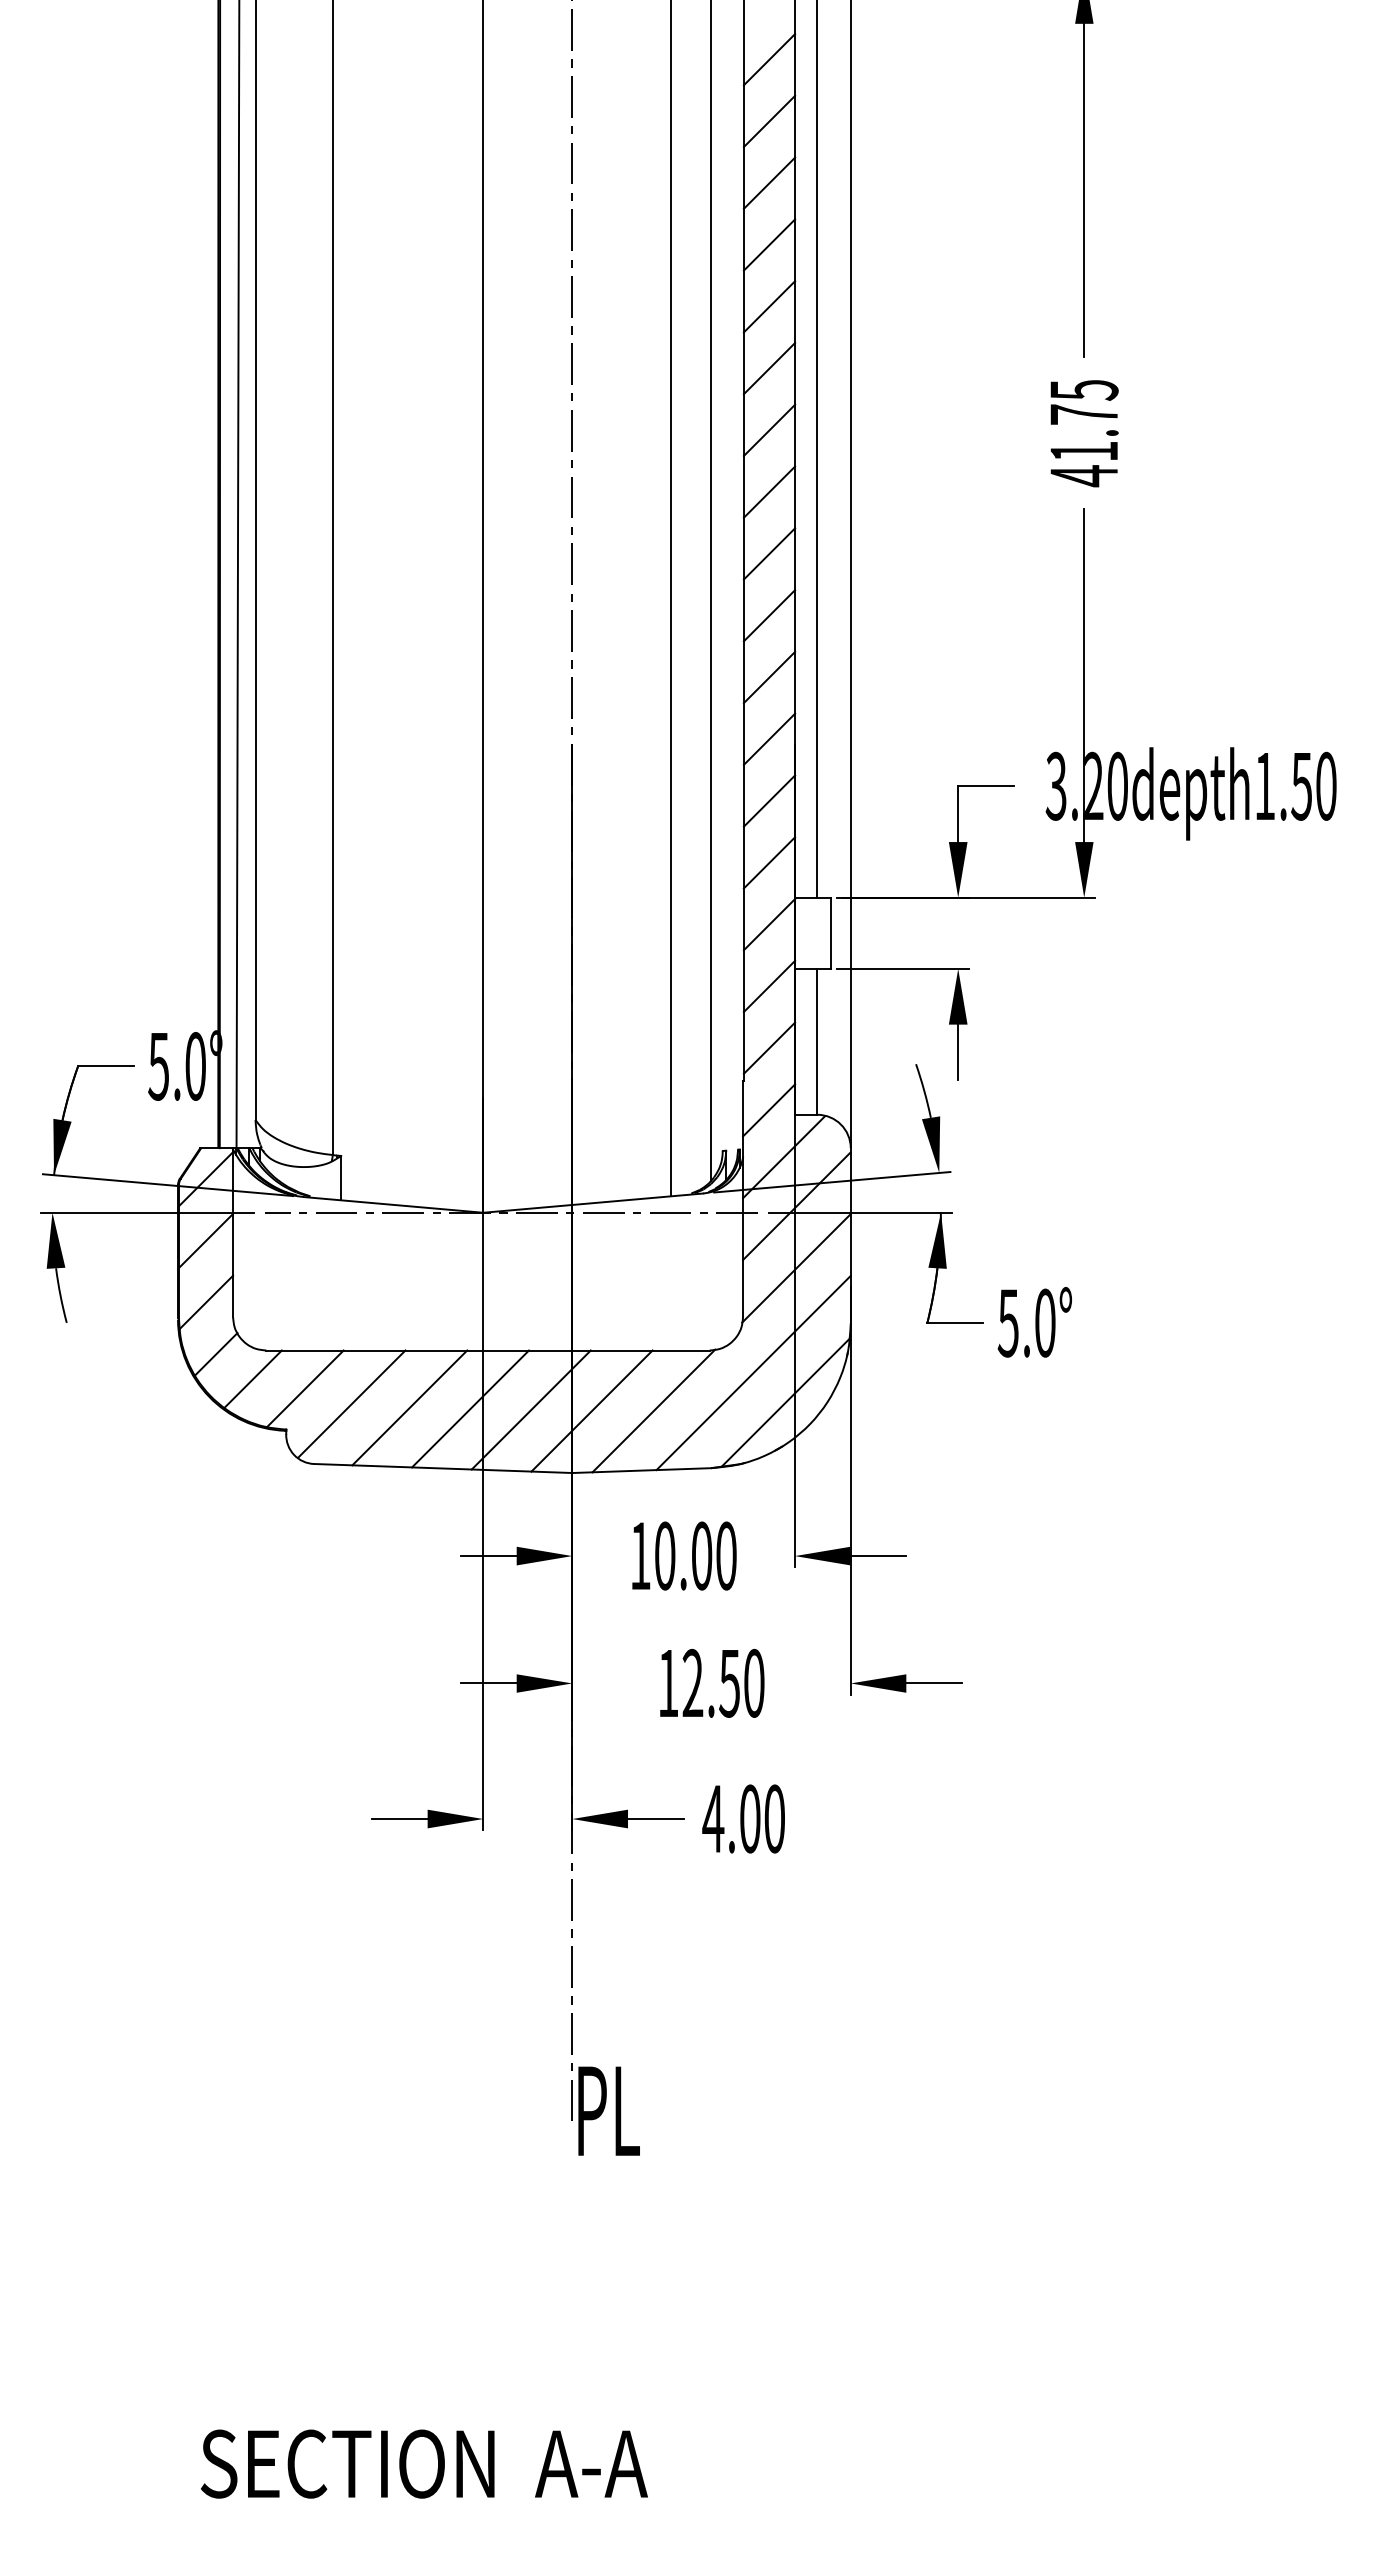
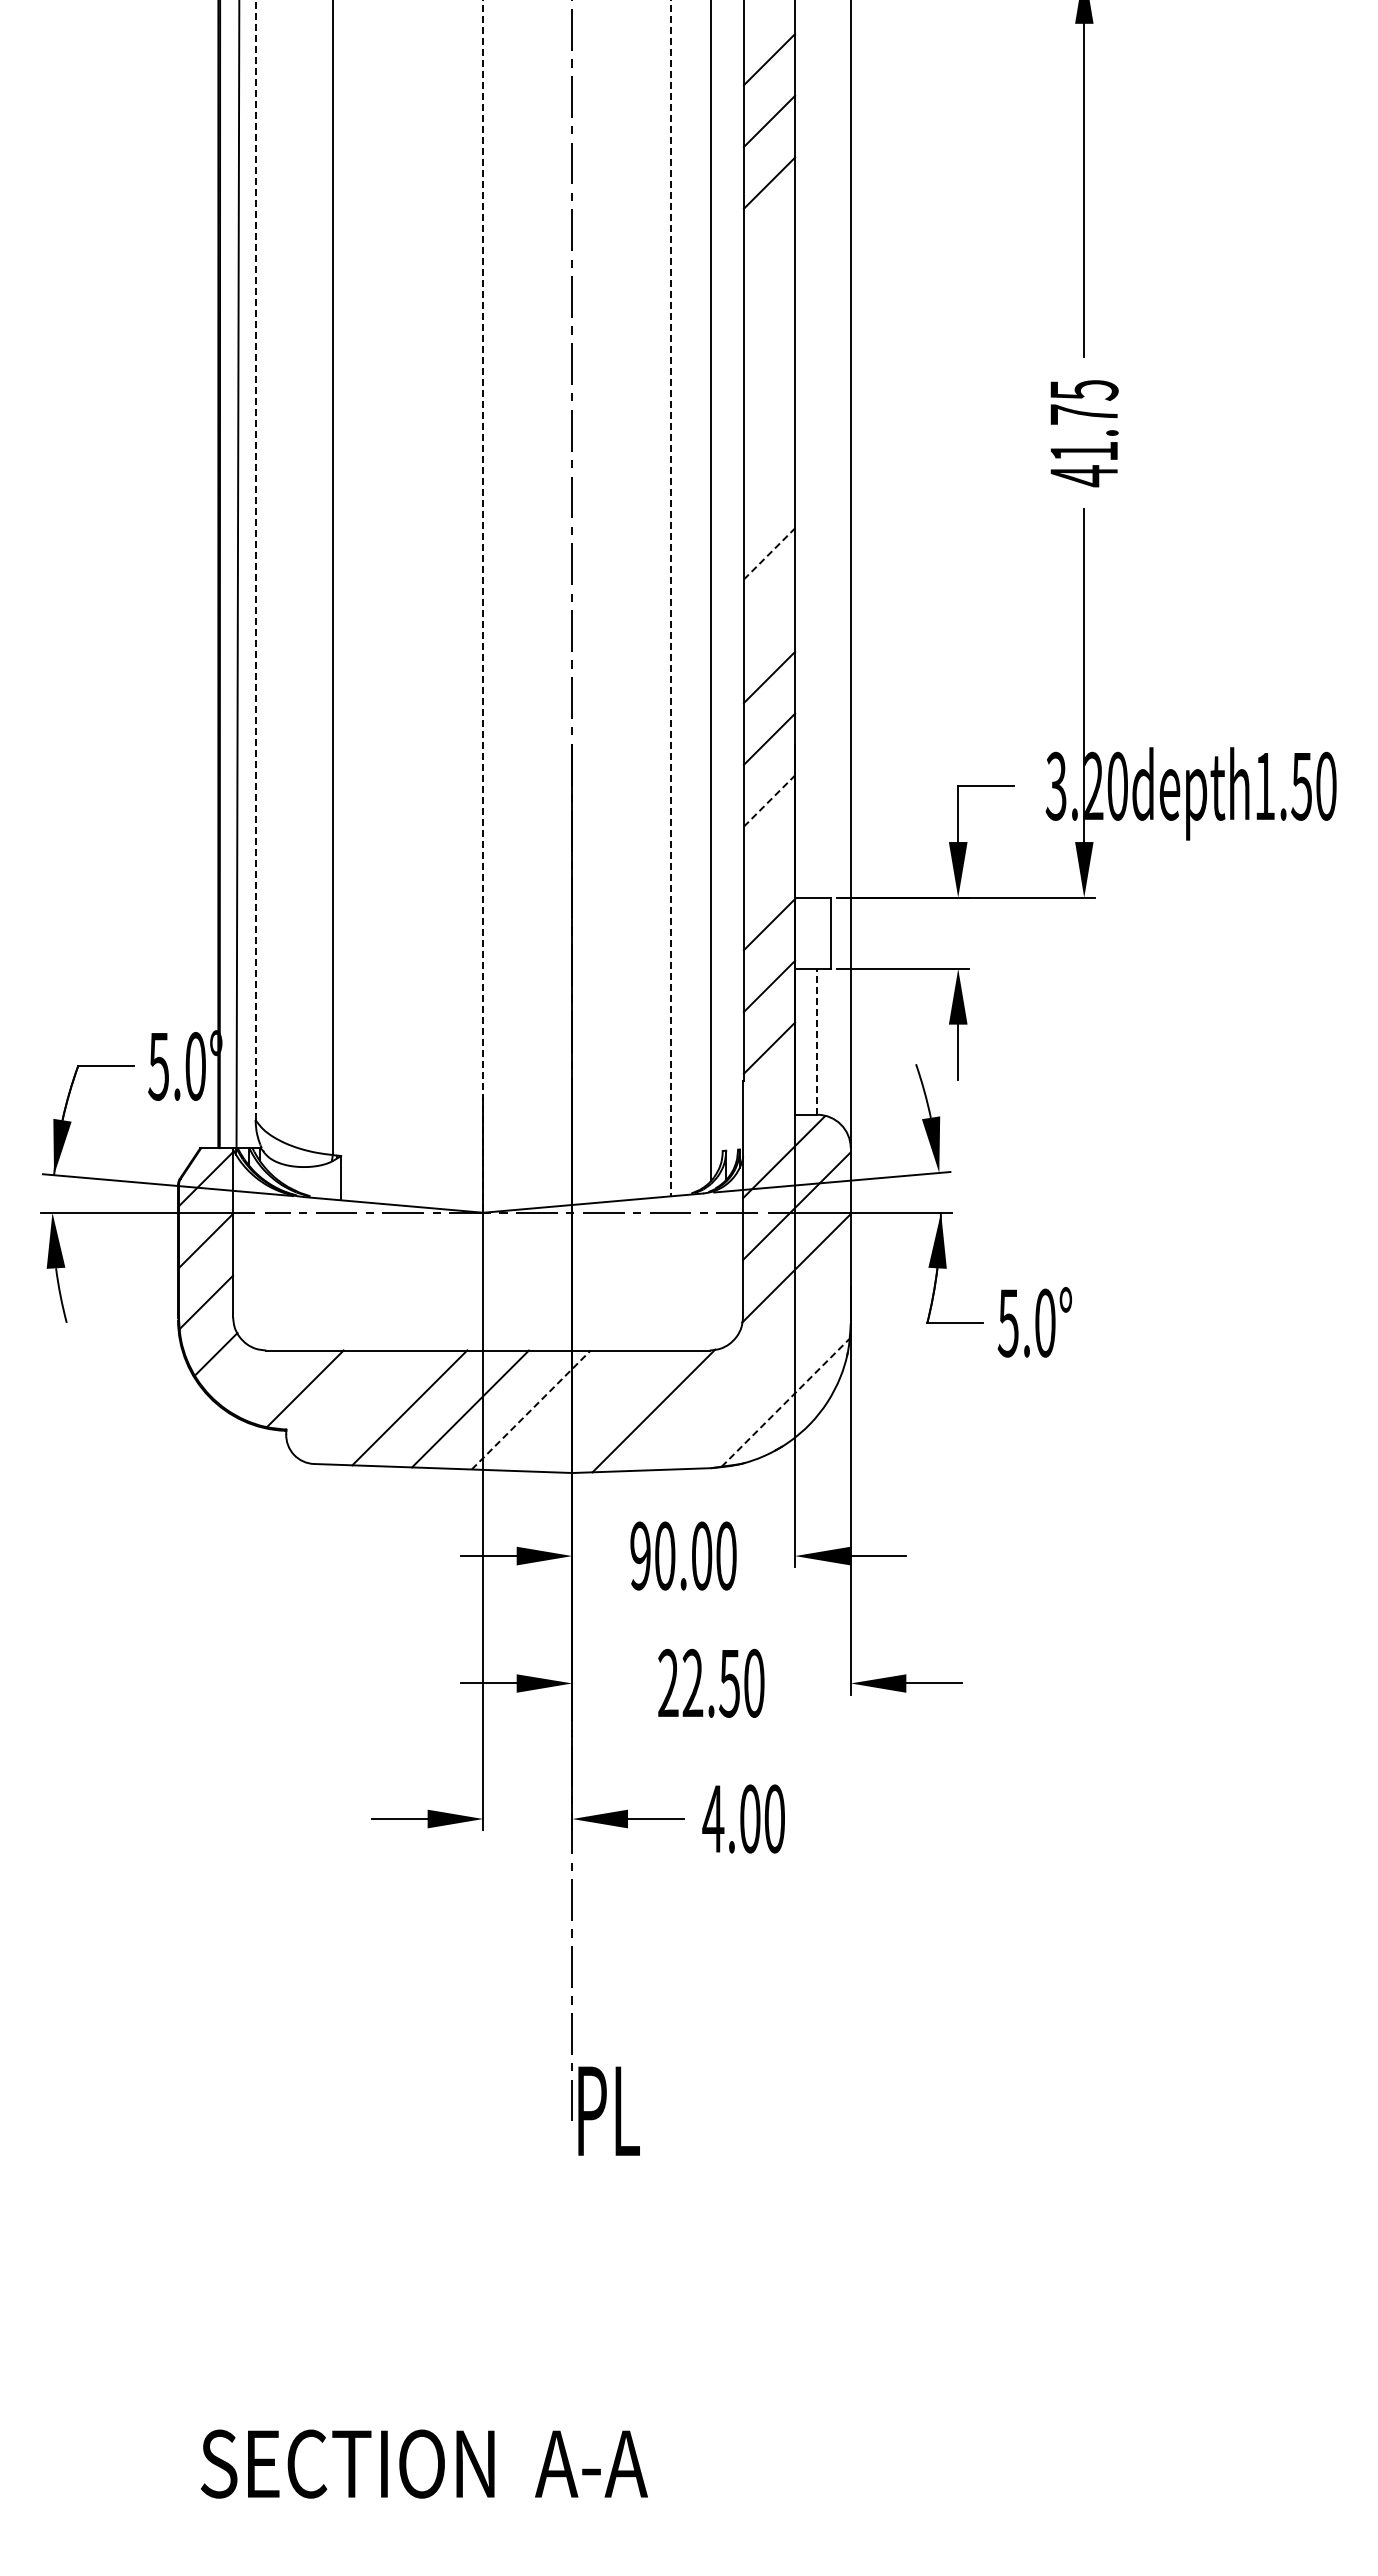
line at (769, 244): present -> none
line at (769, 306): present -> none
line at (769, 368): present -> none
line at (769, 429): present -> none
line at (817, 449): present -> none
line at (769, 491): present -> none
line at (769, 553): solid -> dashed
line at (255, 560): solid -> dashed
line at (670, 598): solid -> dashed
line at (483, 606): solid -> dashed
line at (769, 615): present -> none
line at (769, 800): solid -> dashed
line at (769, 862): present -> none
line at (817, 1041): solid -> dashed
line at (769, 1110): present -> none
line at (753, 1372): present -> none
line at (252, 1378): present -> none
line at (785, 1402): solid -> dashed
line at (351, 1403): present -> none
line at (531, 1409): solid -> dashed
line at (591, 1410): present -> none
text at (640, 1555): 10.00 -> 90.00
text at (668, 1682): 12.50 -> 22.50
